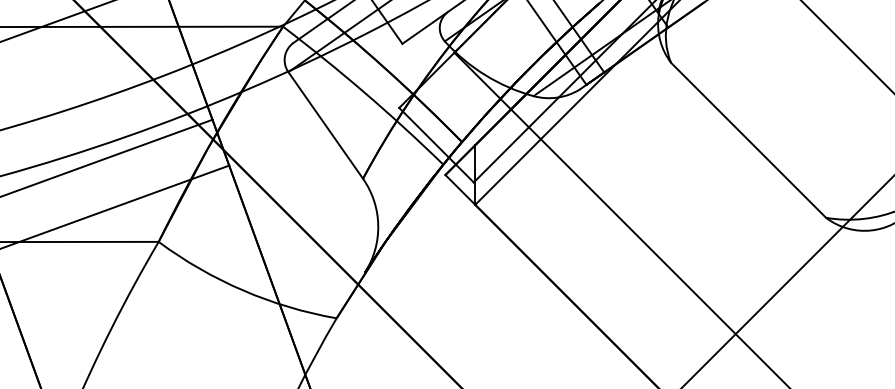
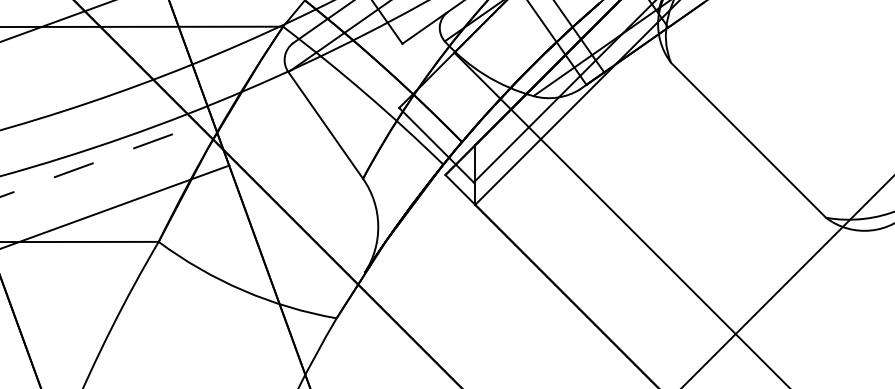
line at (847, 46): present -> none
line at (106, 158): solid -> dashed
